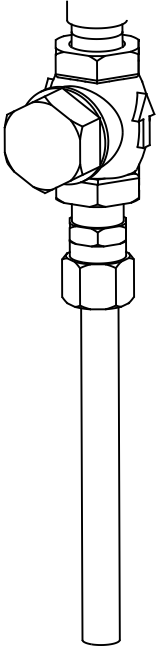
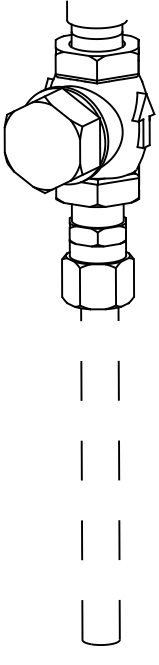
line at (119, 473): solid -> dashed
line at (81, 474): solid -> dashed
